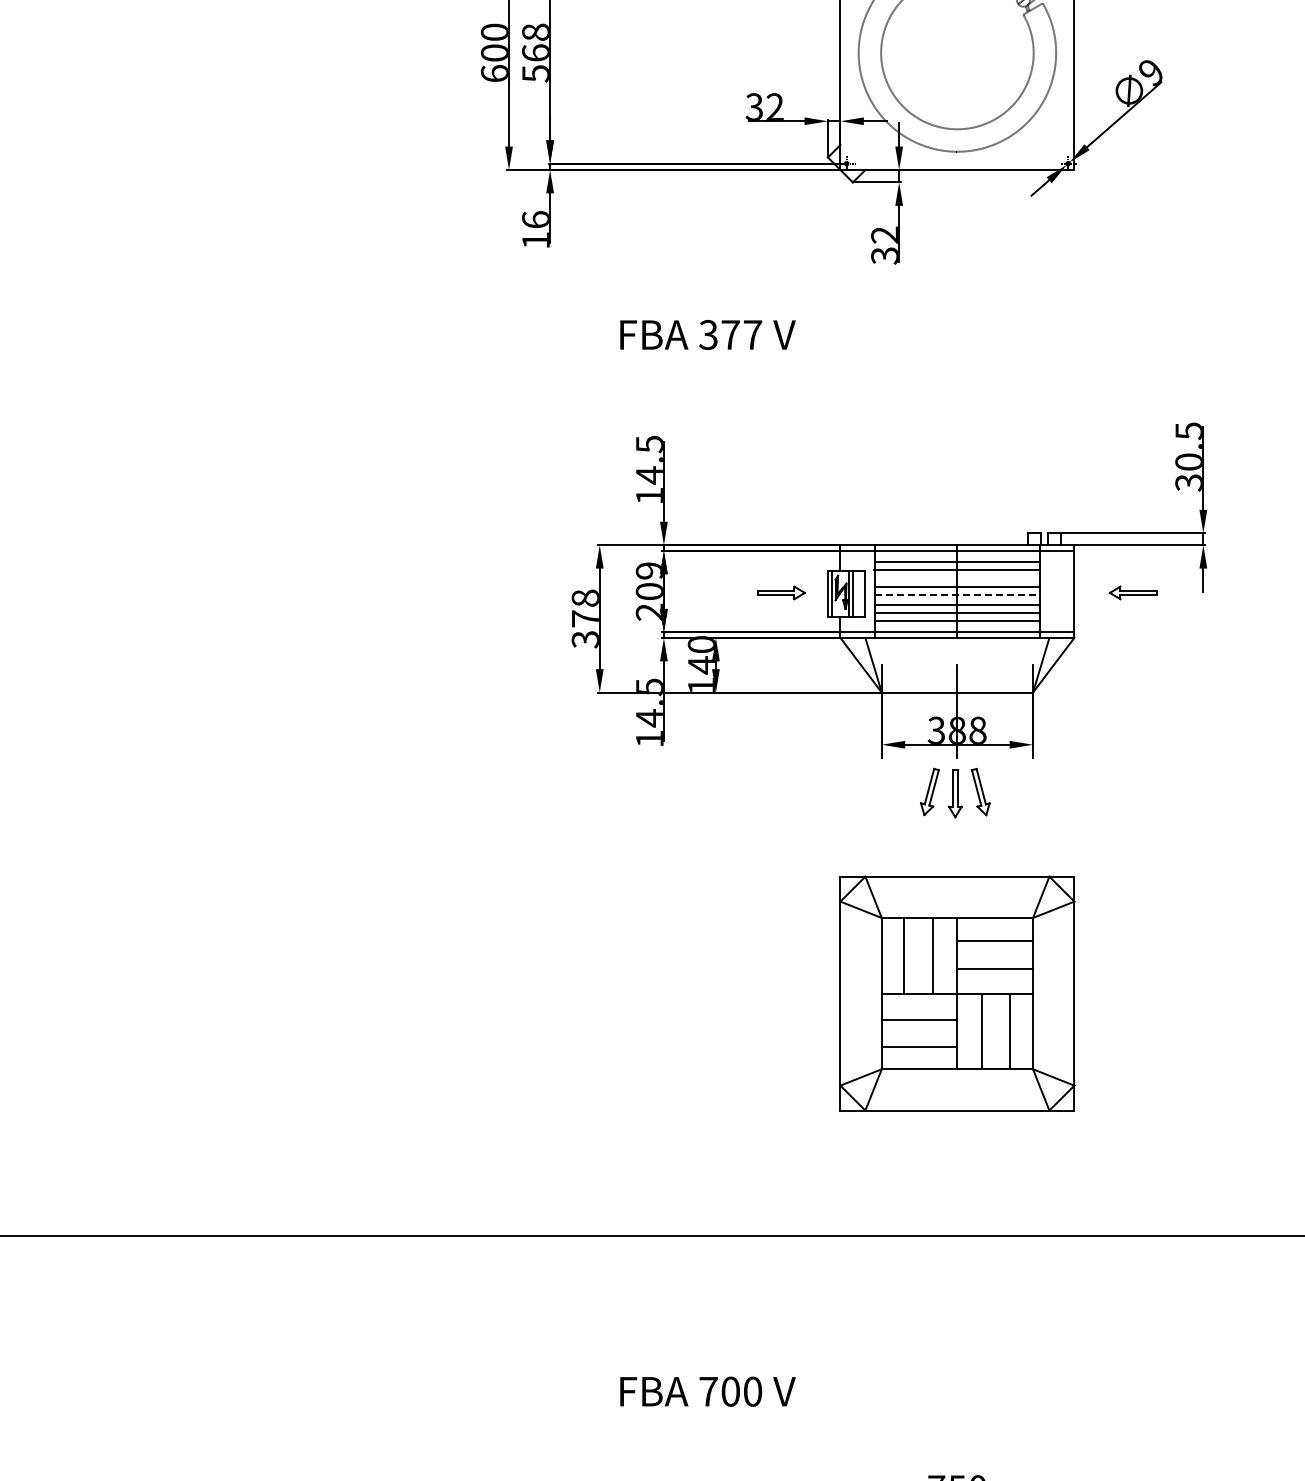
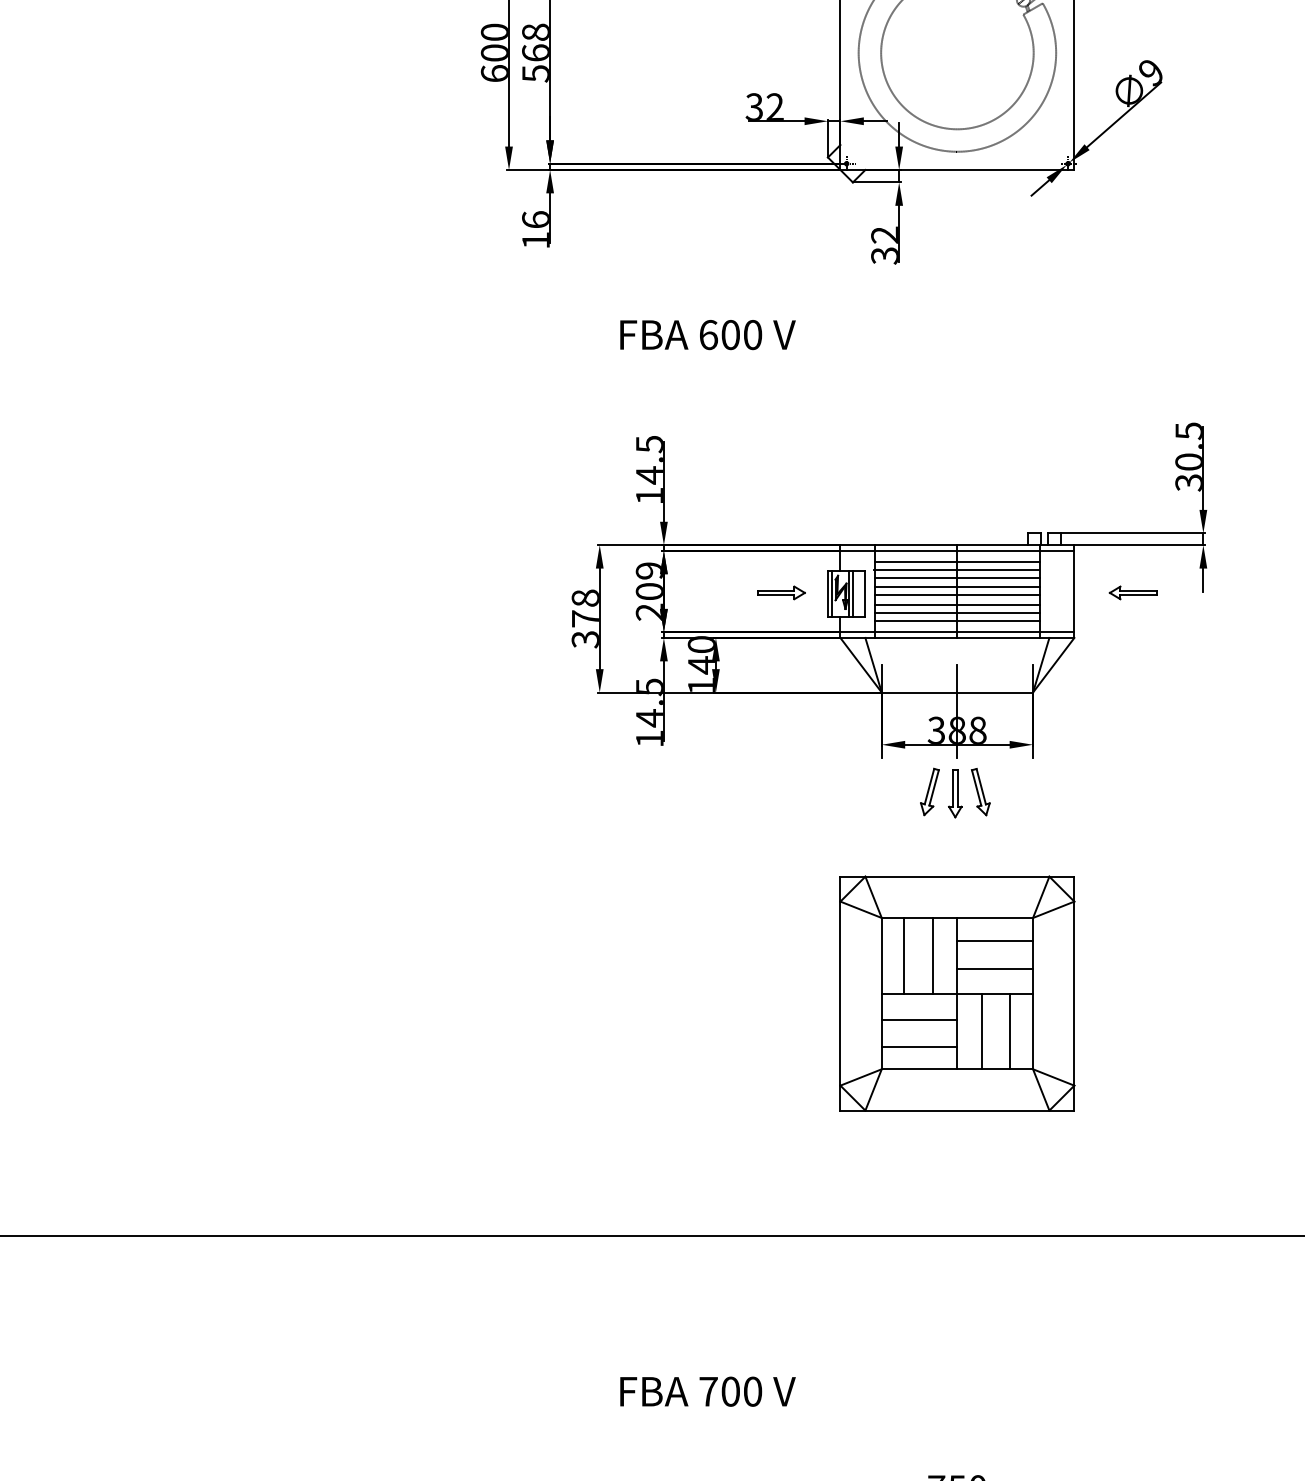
text at (730, 335): 377 -> 600
line at (957, 578): none -> present
line at (957, 595): dashed -> solid
